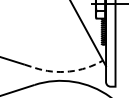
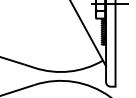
line at (64, 71): dashed -> solid
